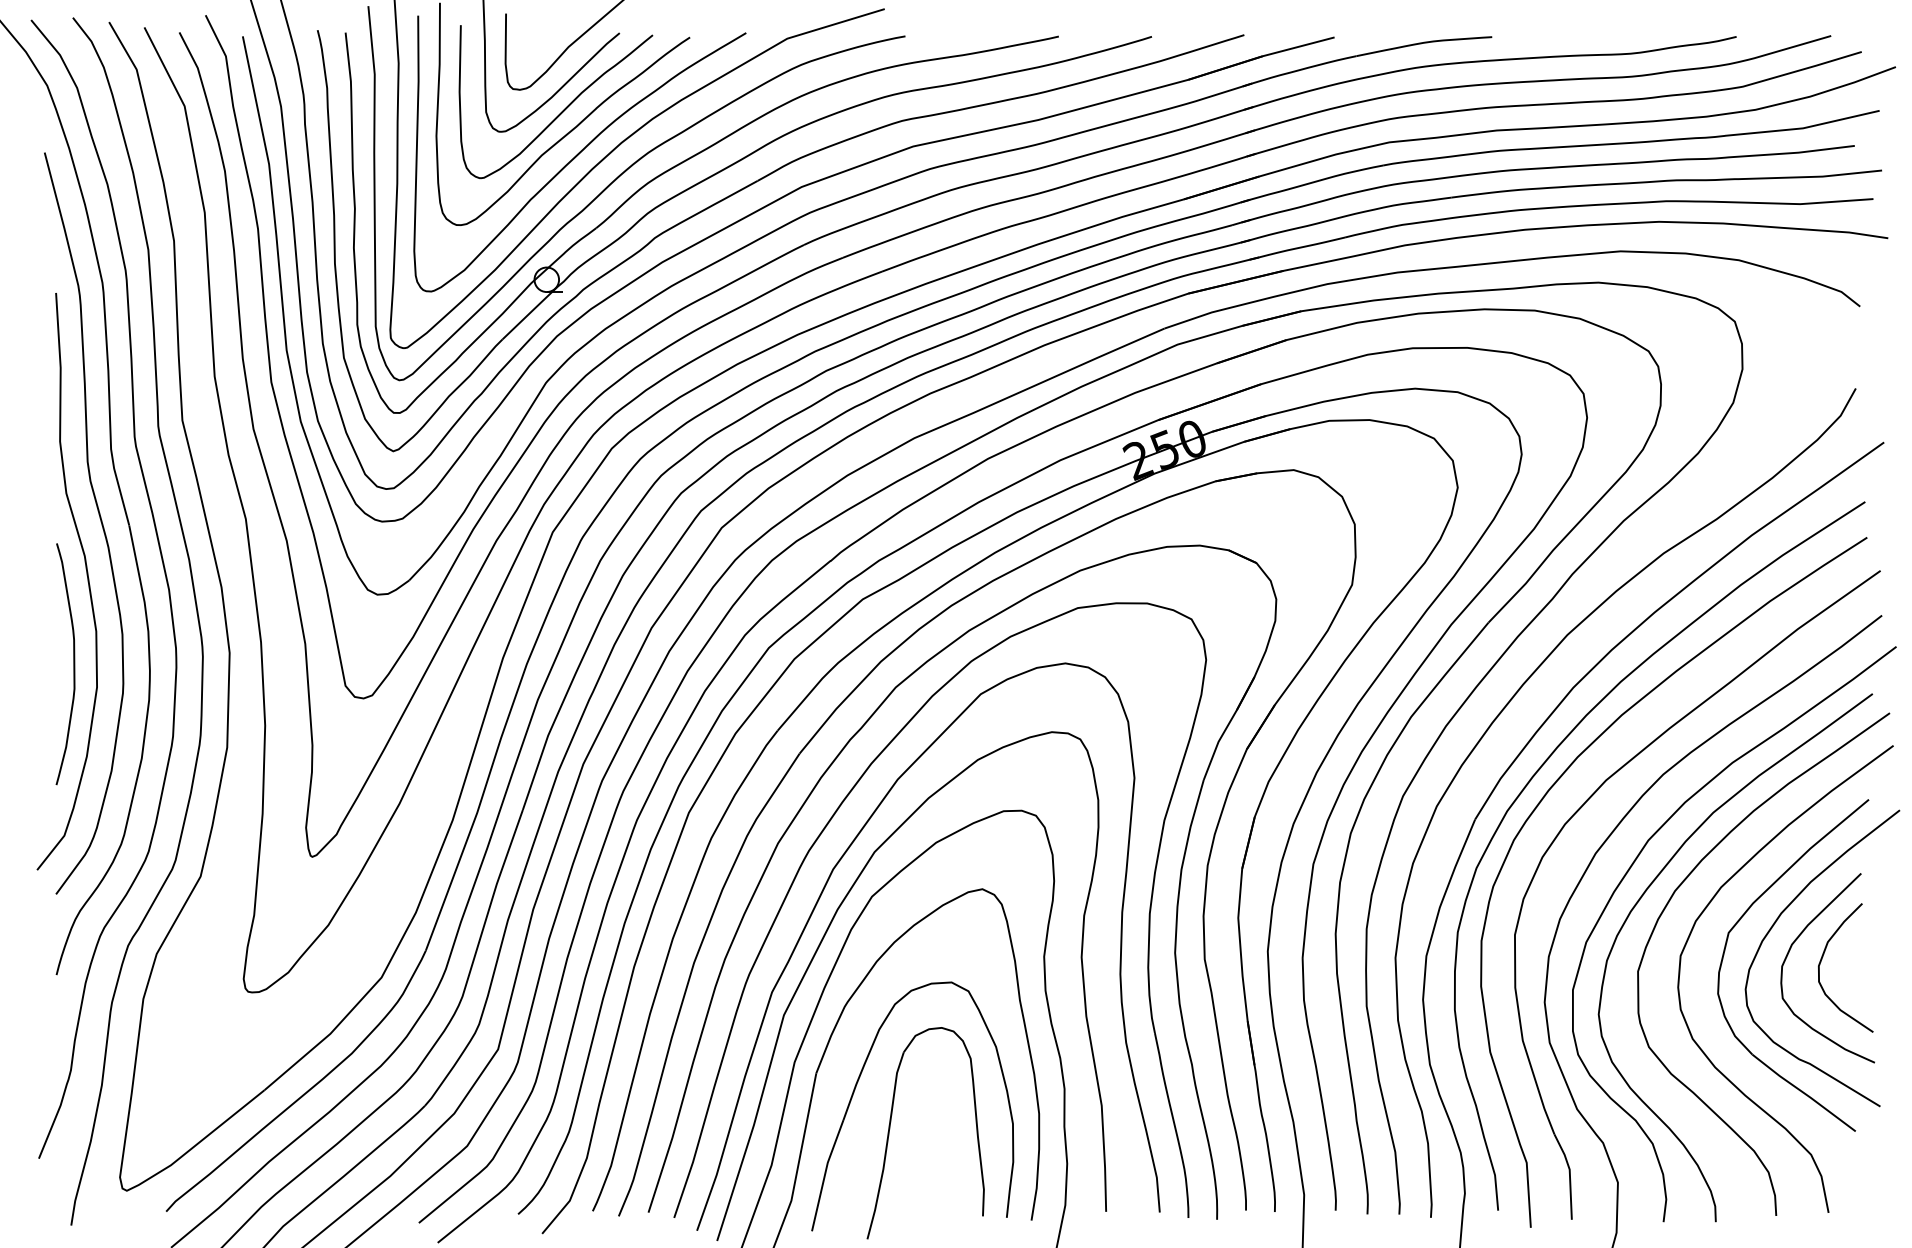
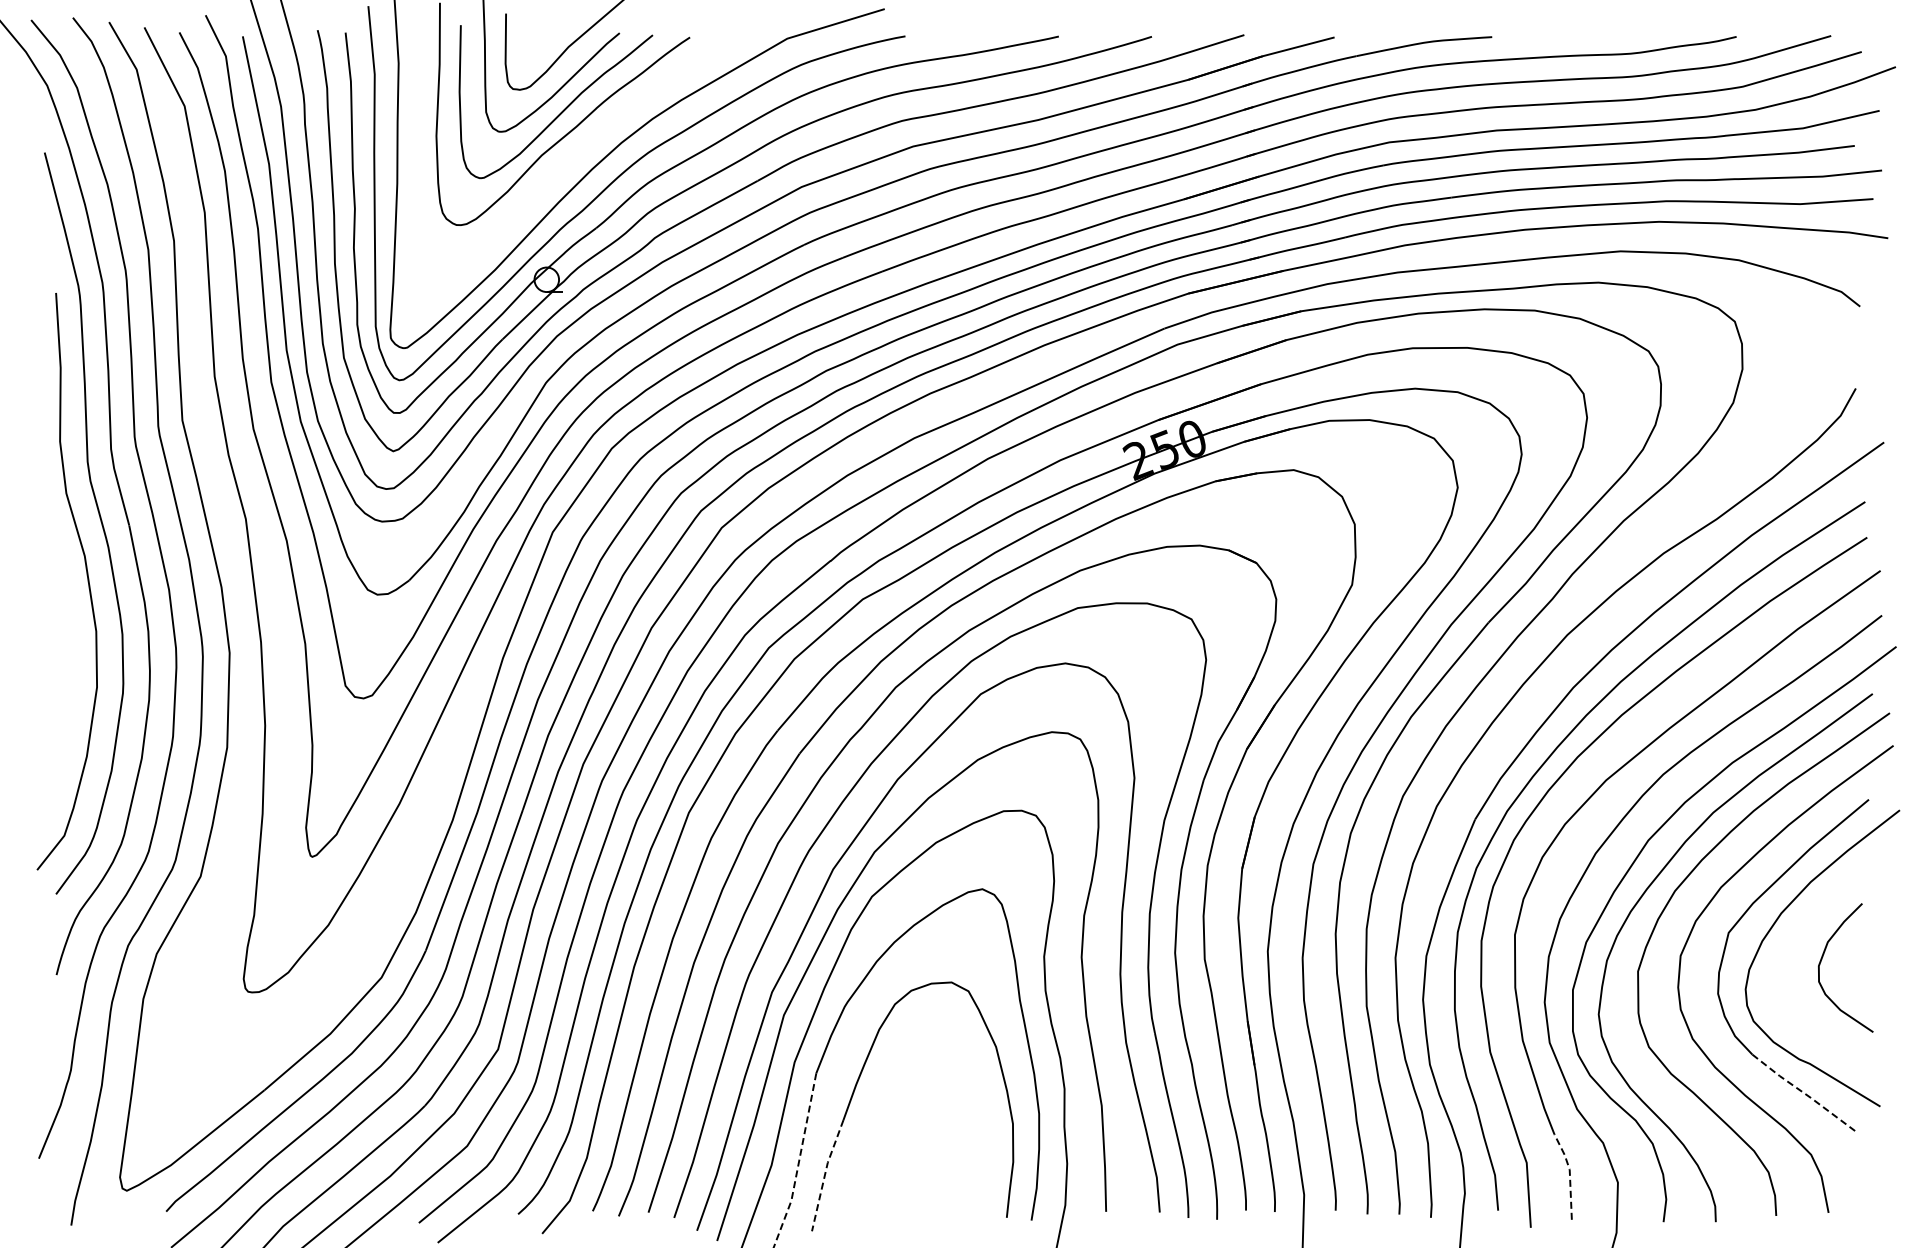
curve at (579, 153): present -> none
curve at (73, 664): present -> none
curve at (1788, 955): present -> none
line at (1803, 1092): solid -> dashed
part at (890, 1129): present -> none
line at (798, 1162): solid -> dashed
line at (825, 1174): solid -> dashed
line at (1569, 1174): solid -> dashed
